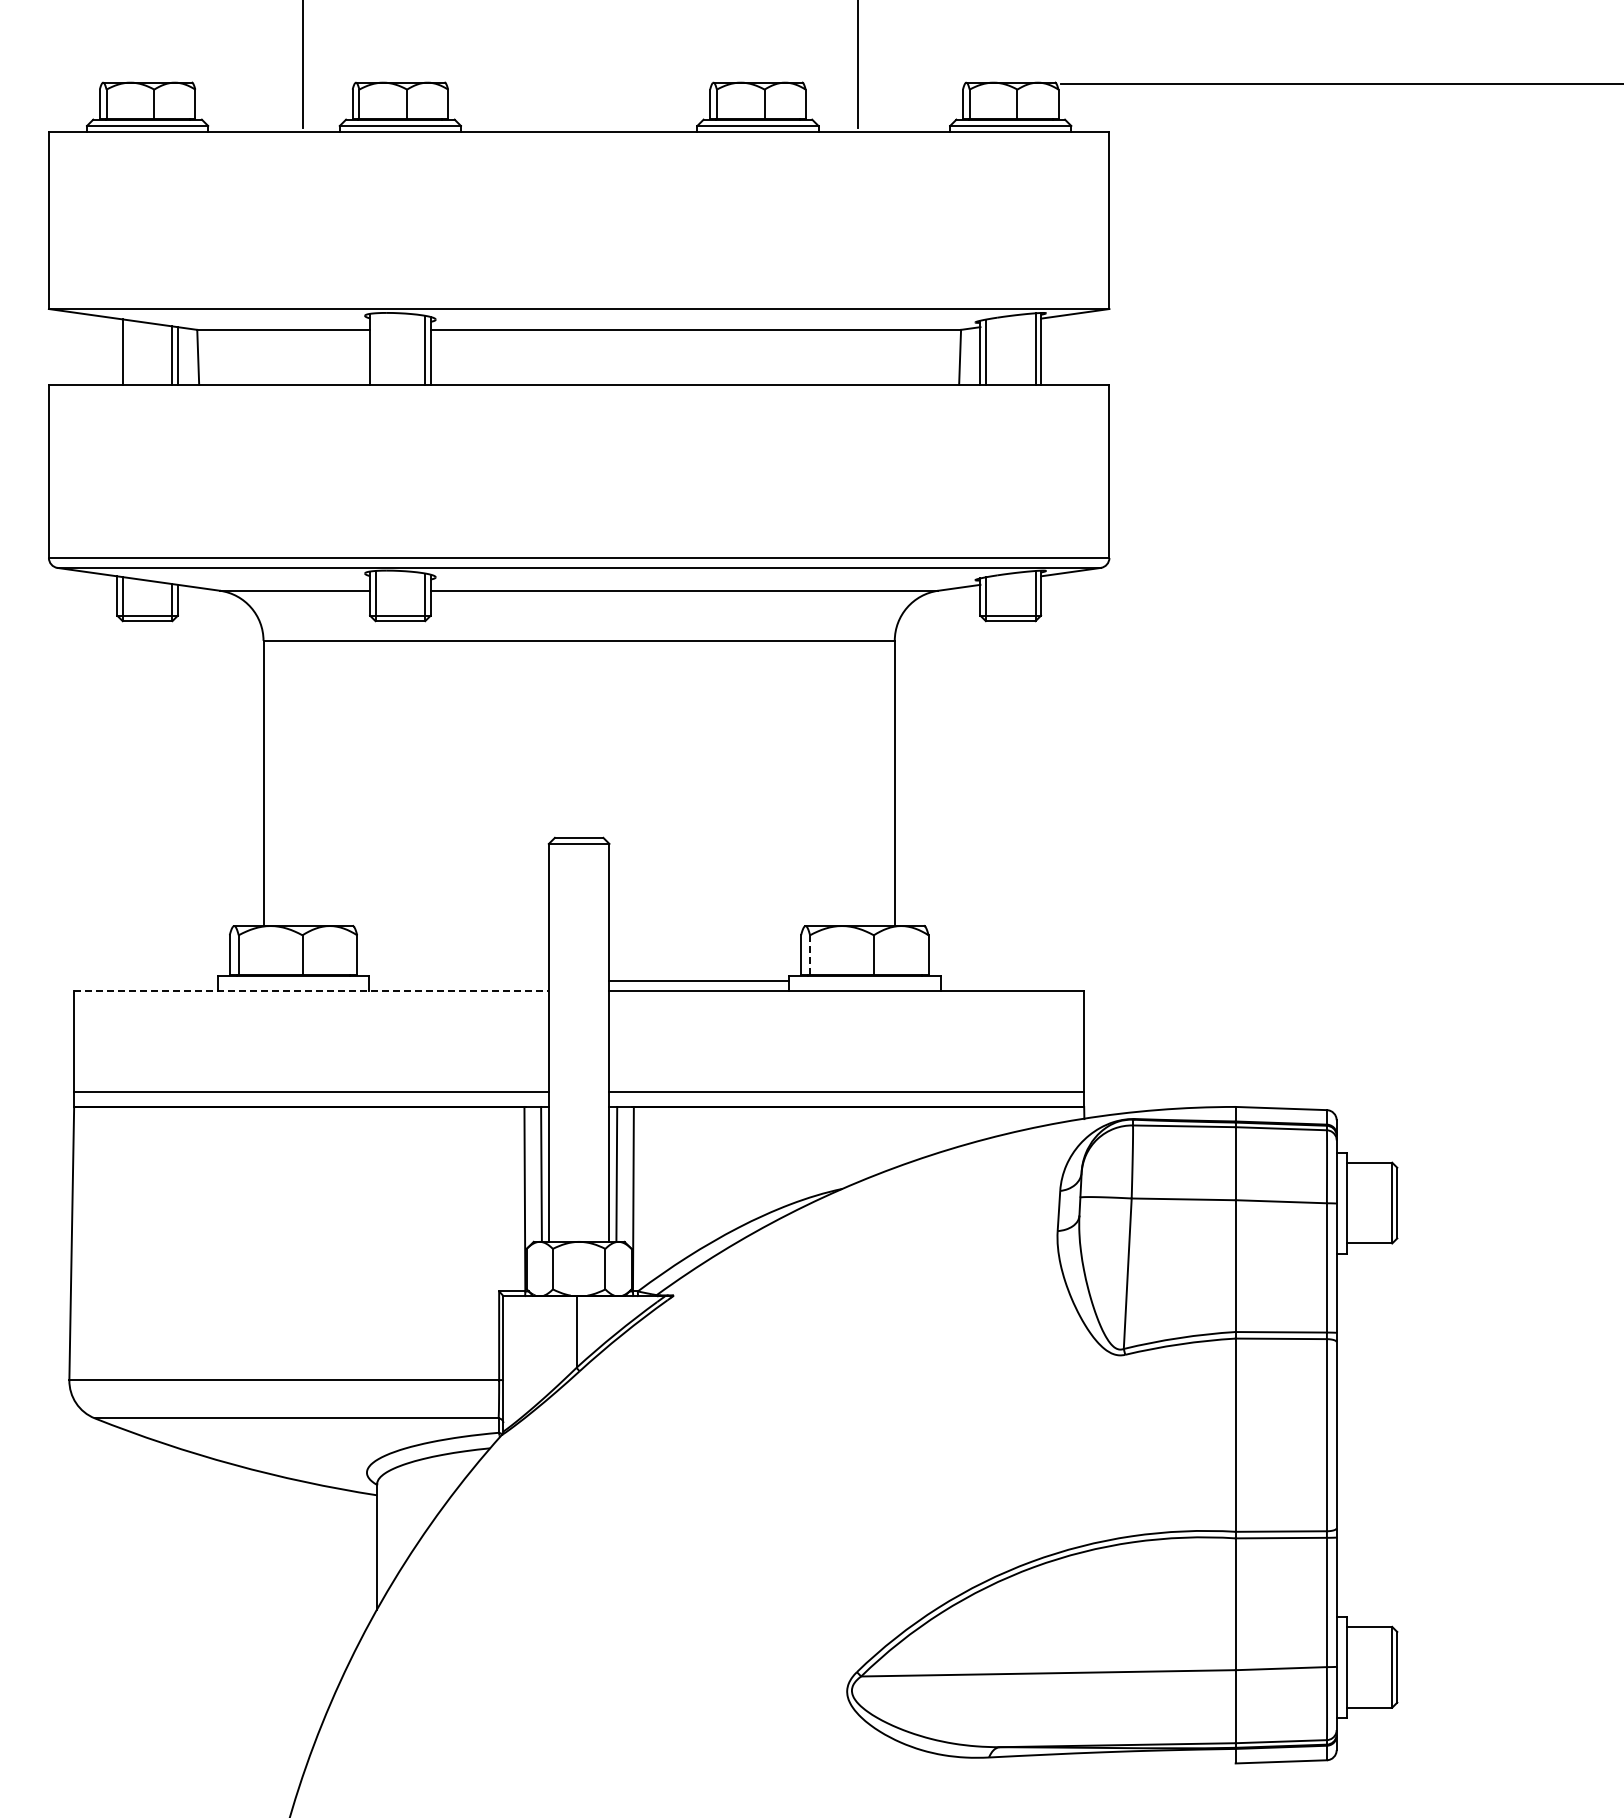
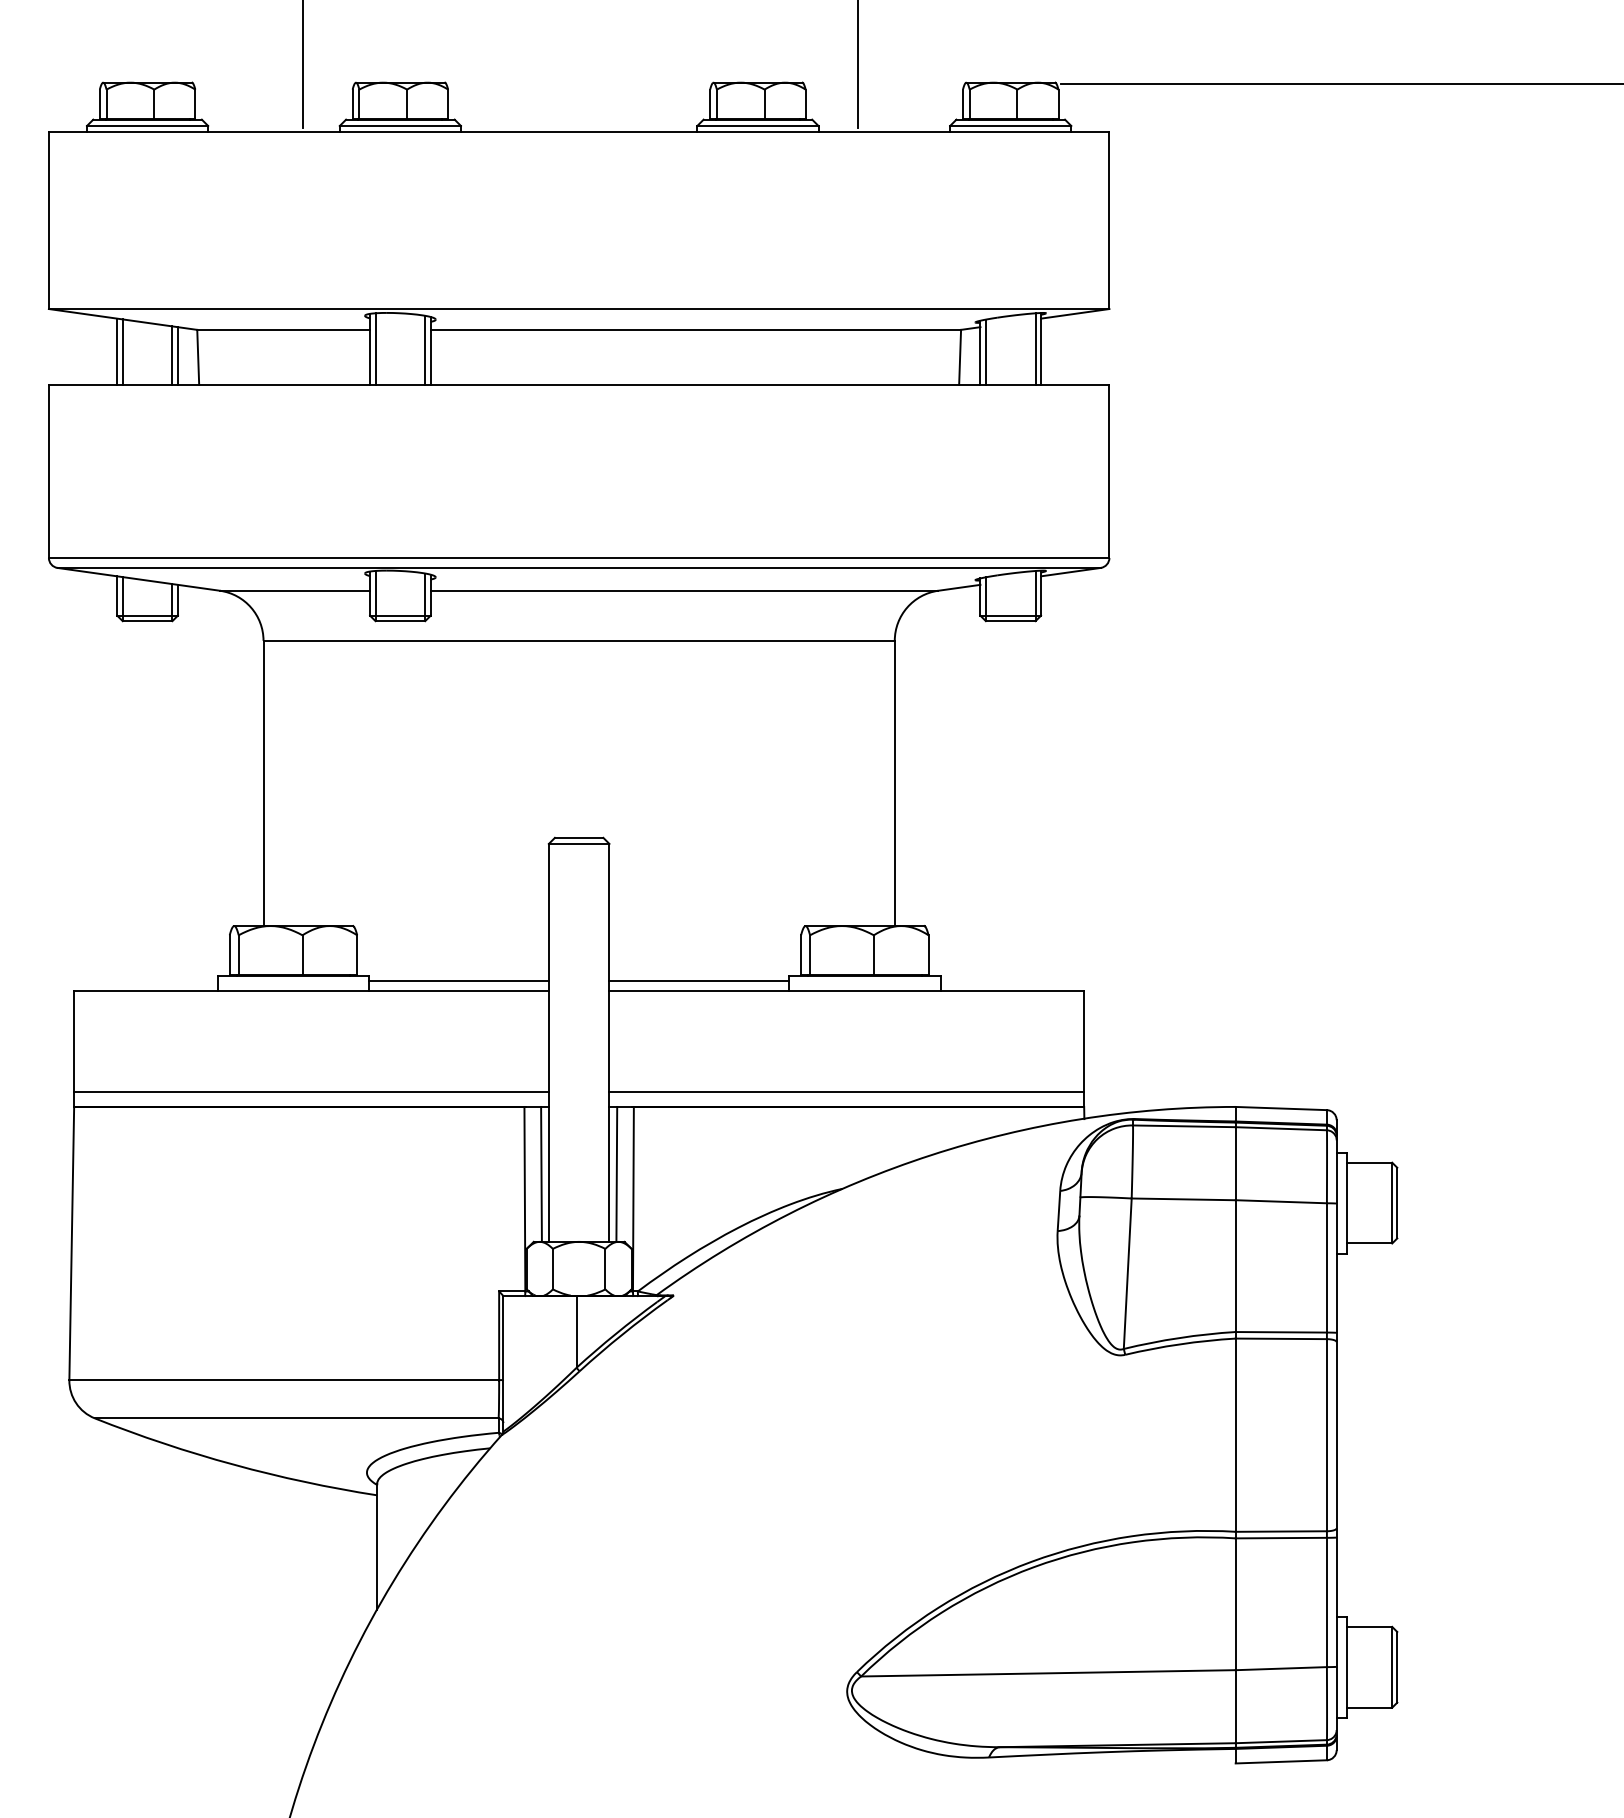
line at (375, 348): none -> present
line at (117, 351): none -> present
line at (810, 954): dashed -> solid
line at (458, 980): none -> present
line at (312, 990): dashed -> solid
